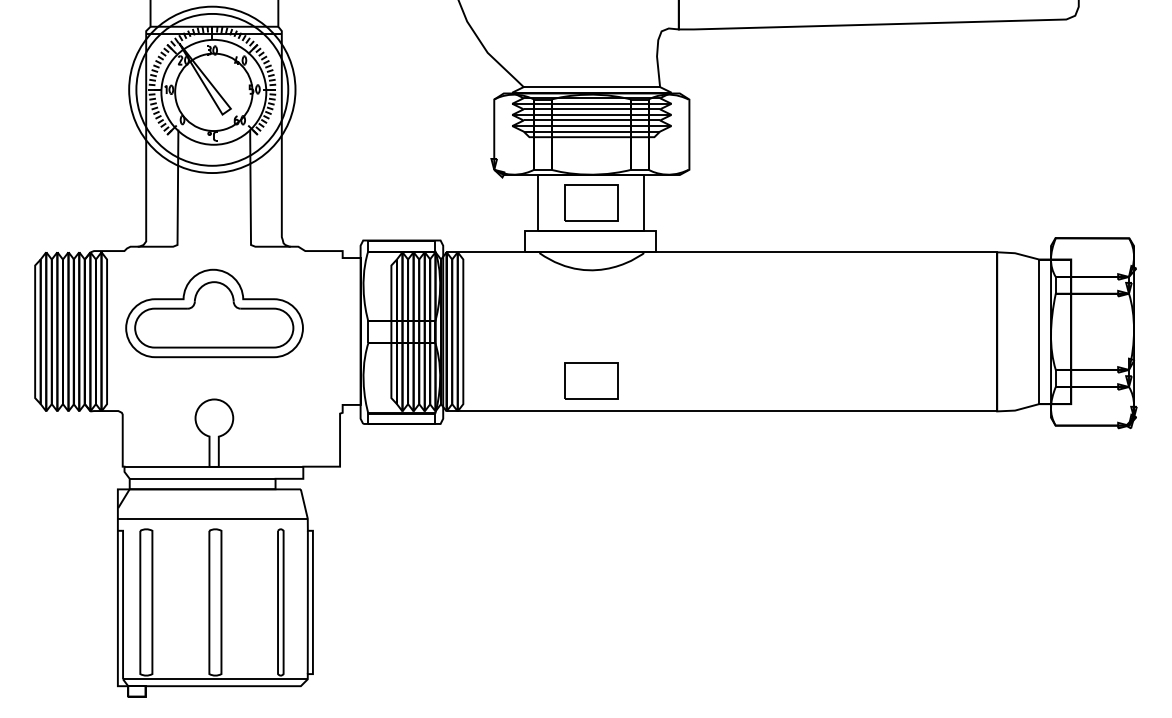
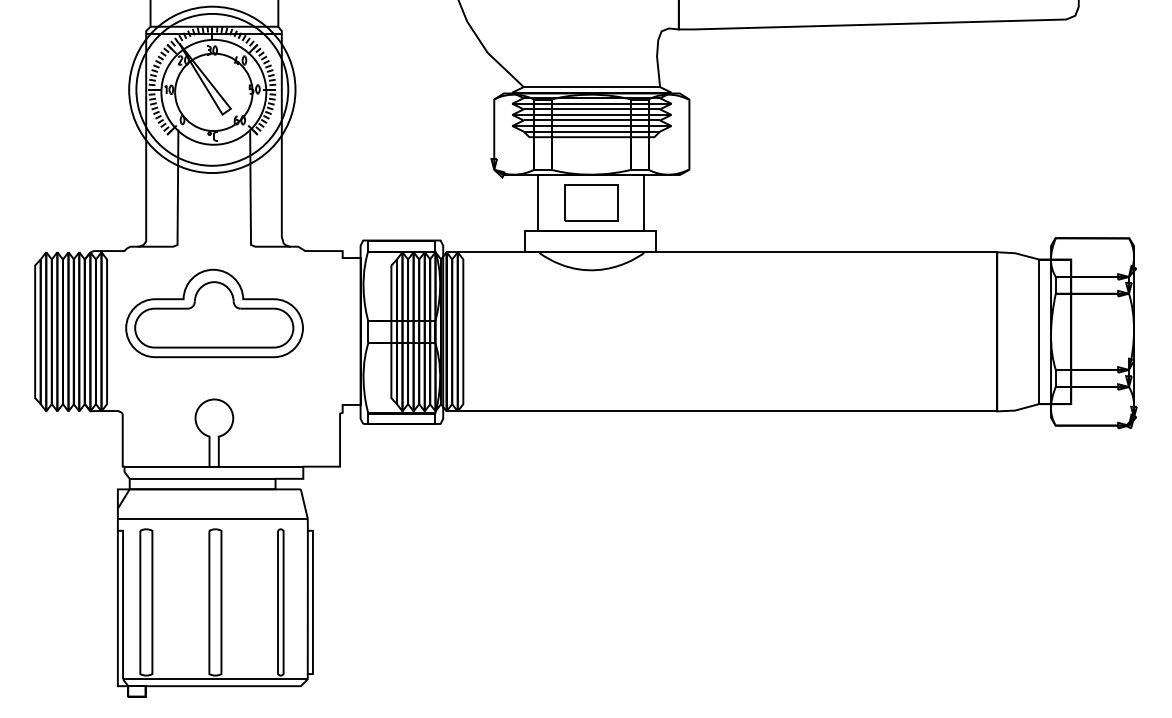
part at (591, 380): present -> none
